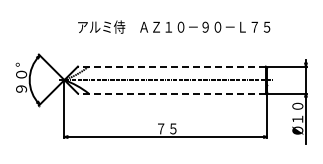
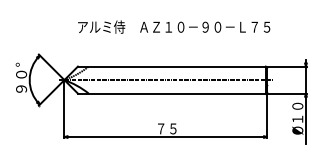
line at (171, 66): dashed -> solid
line at (171, 93): dashed -> solid
